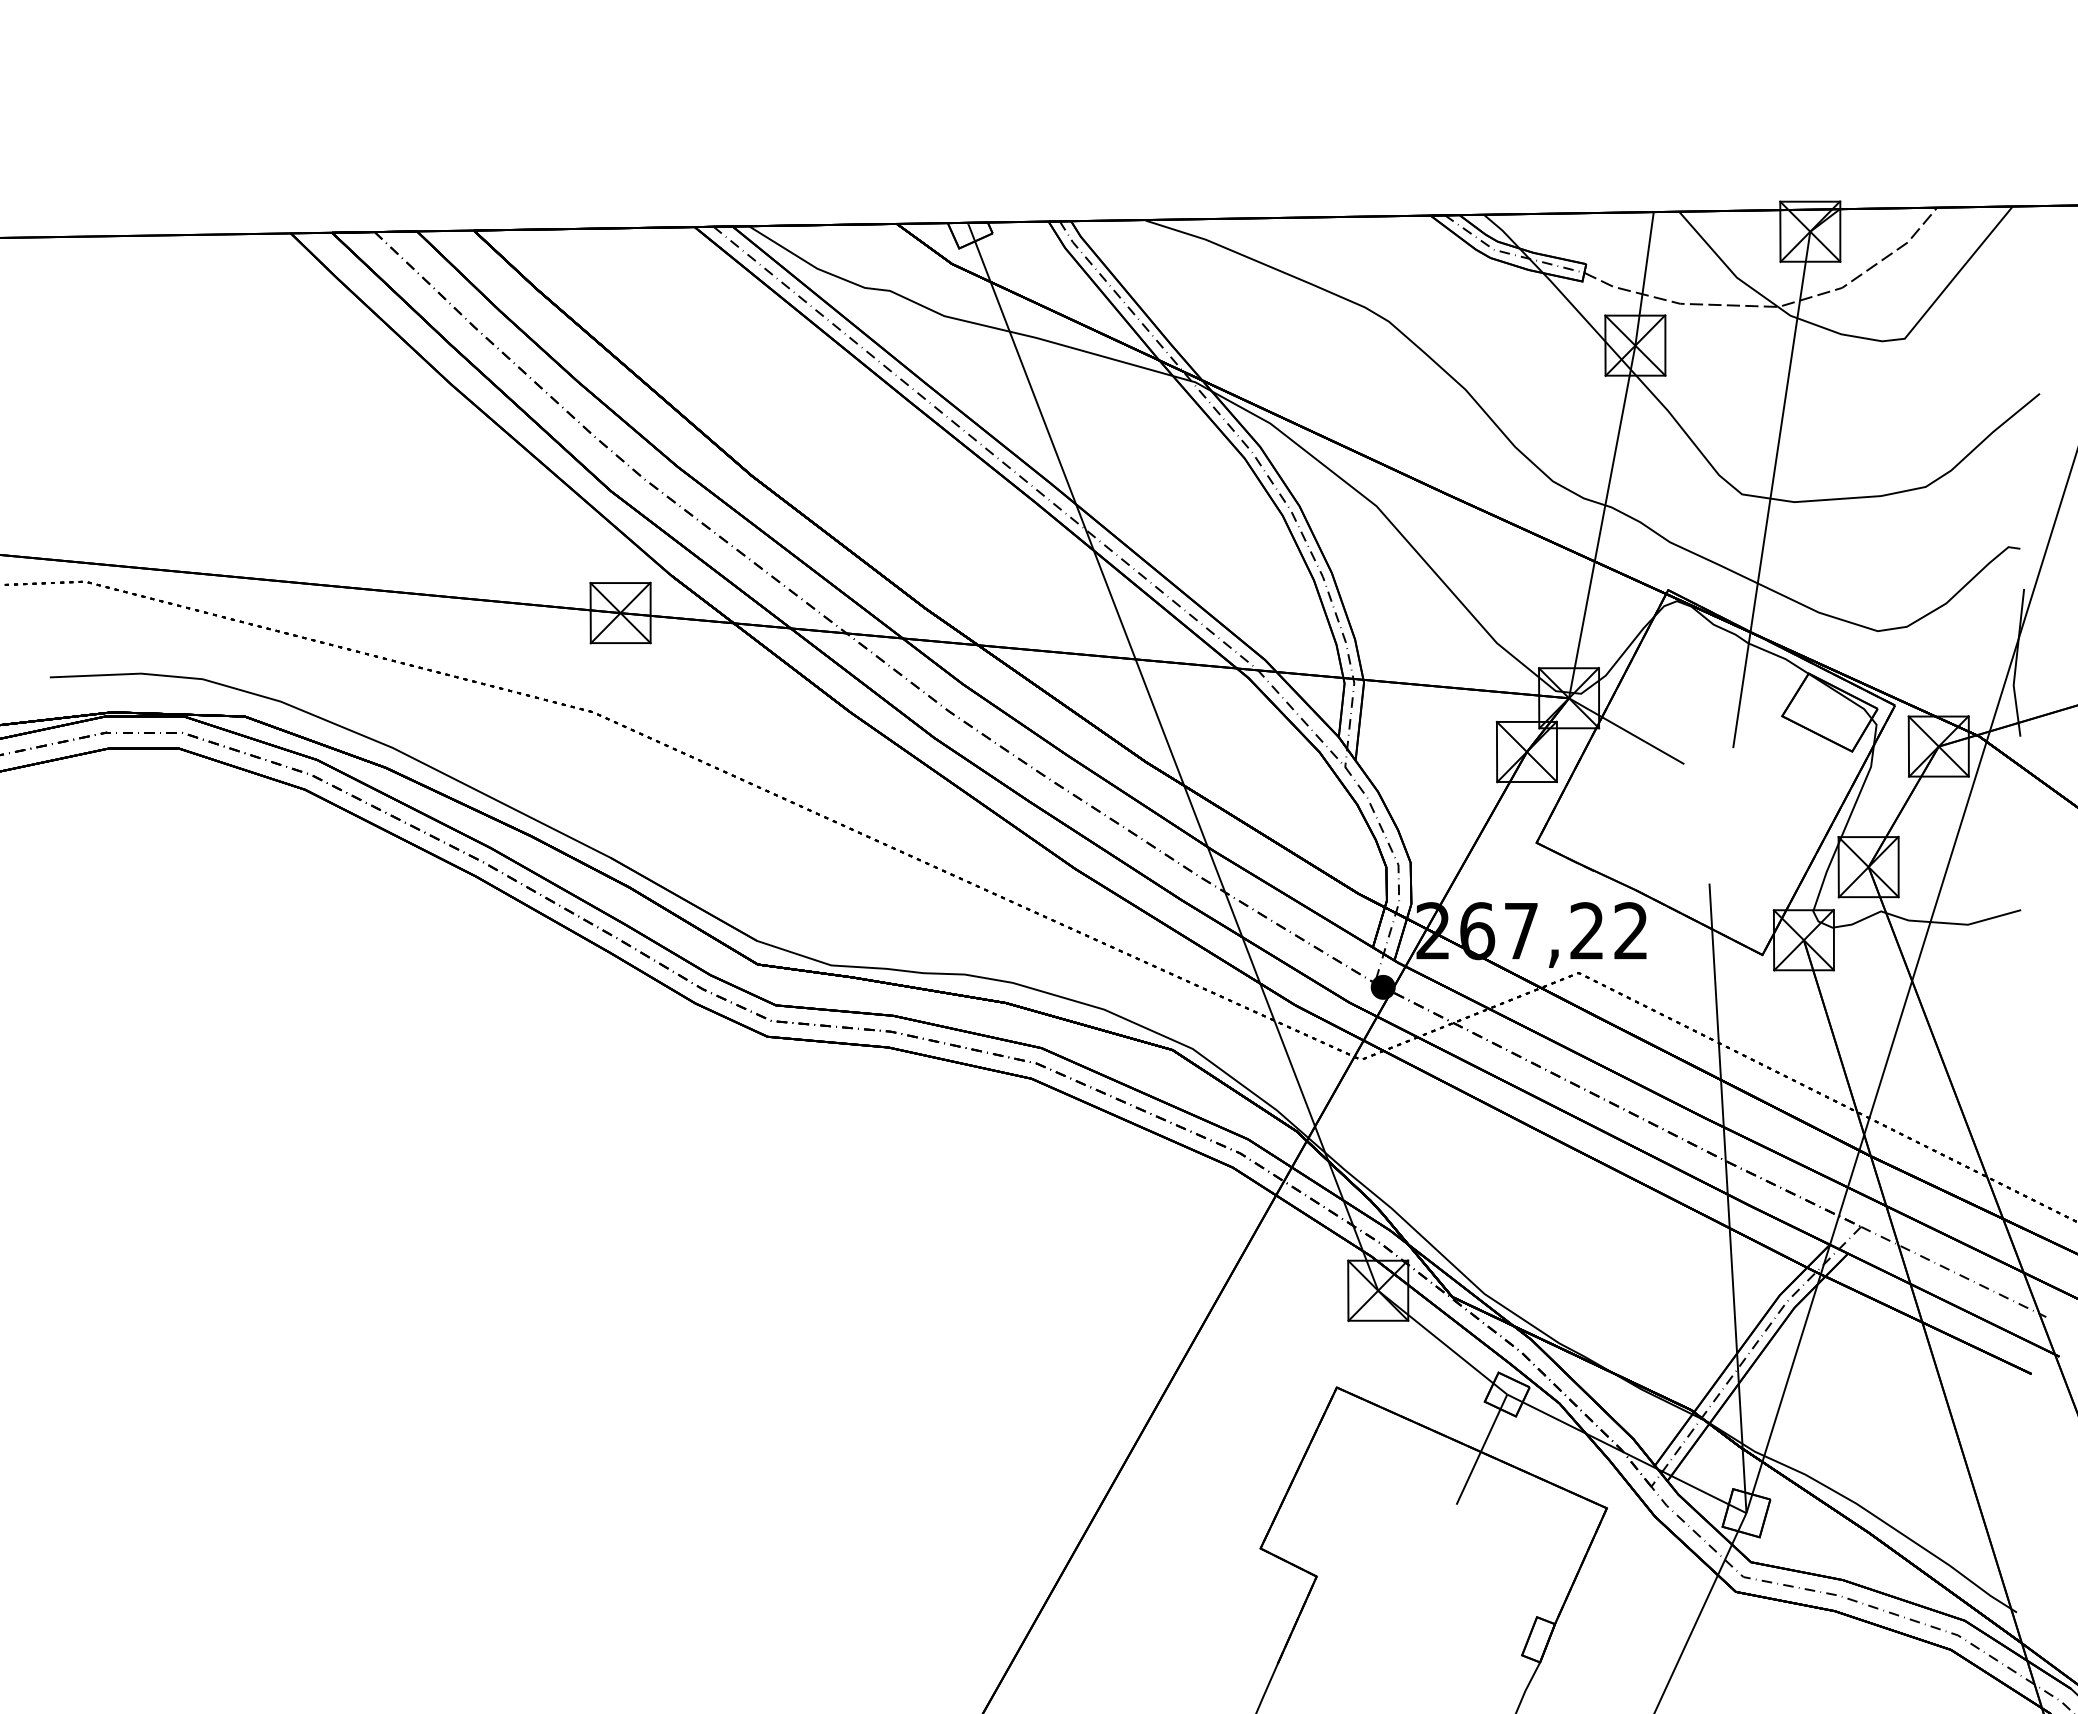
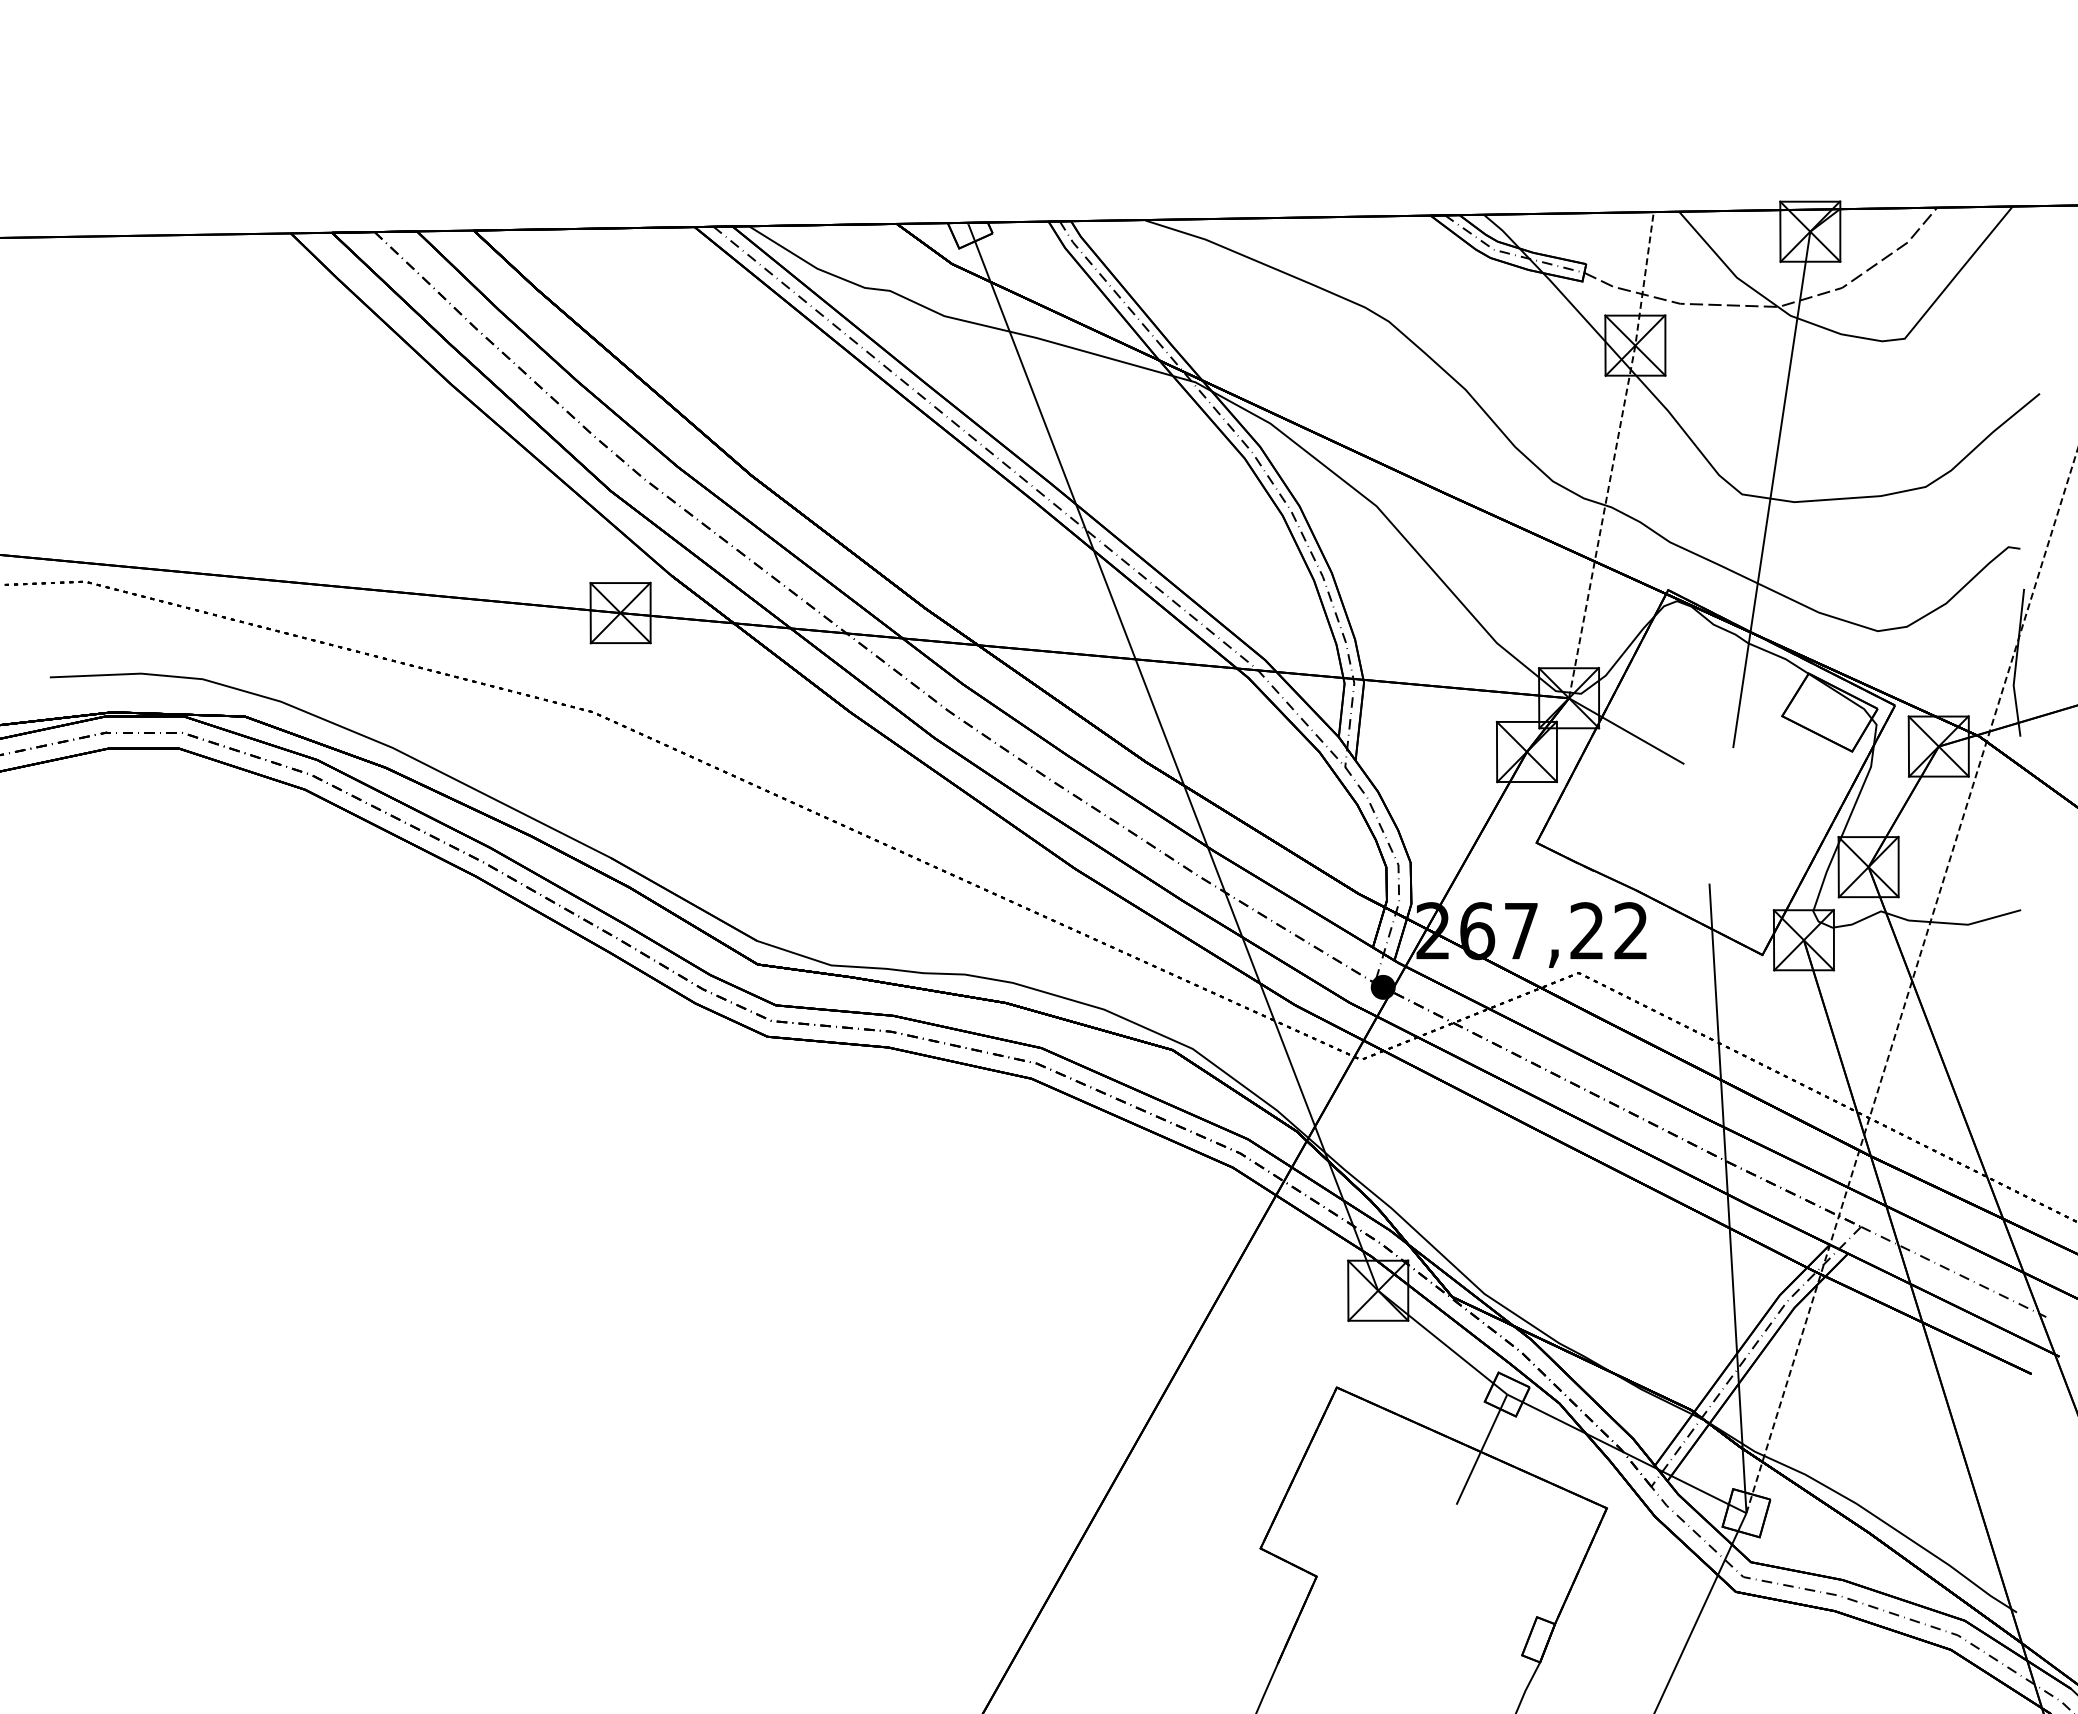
line at (1614, 454): solid -> dashed
line at (1912, 981): solid -> dashed
